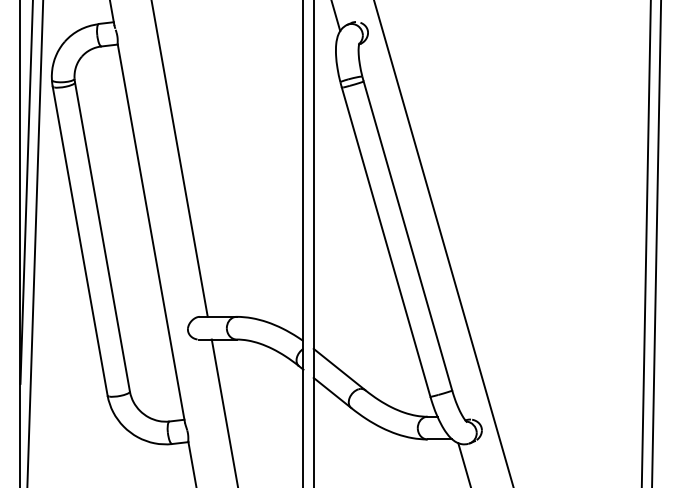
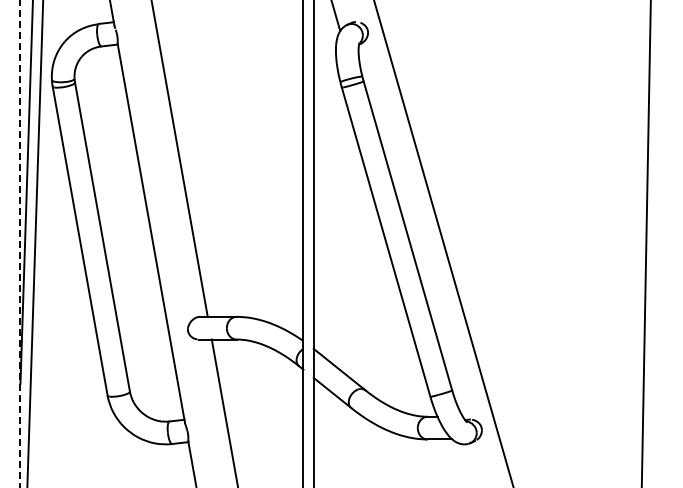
line at (20, 243): solid -> dashed
line at (656, 243): present -> none
line at (464, 463): present -> none
